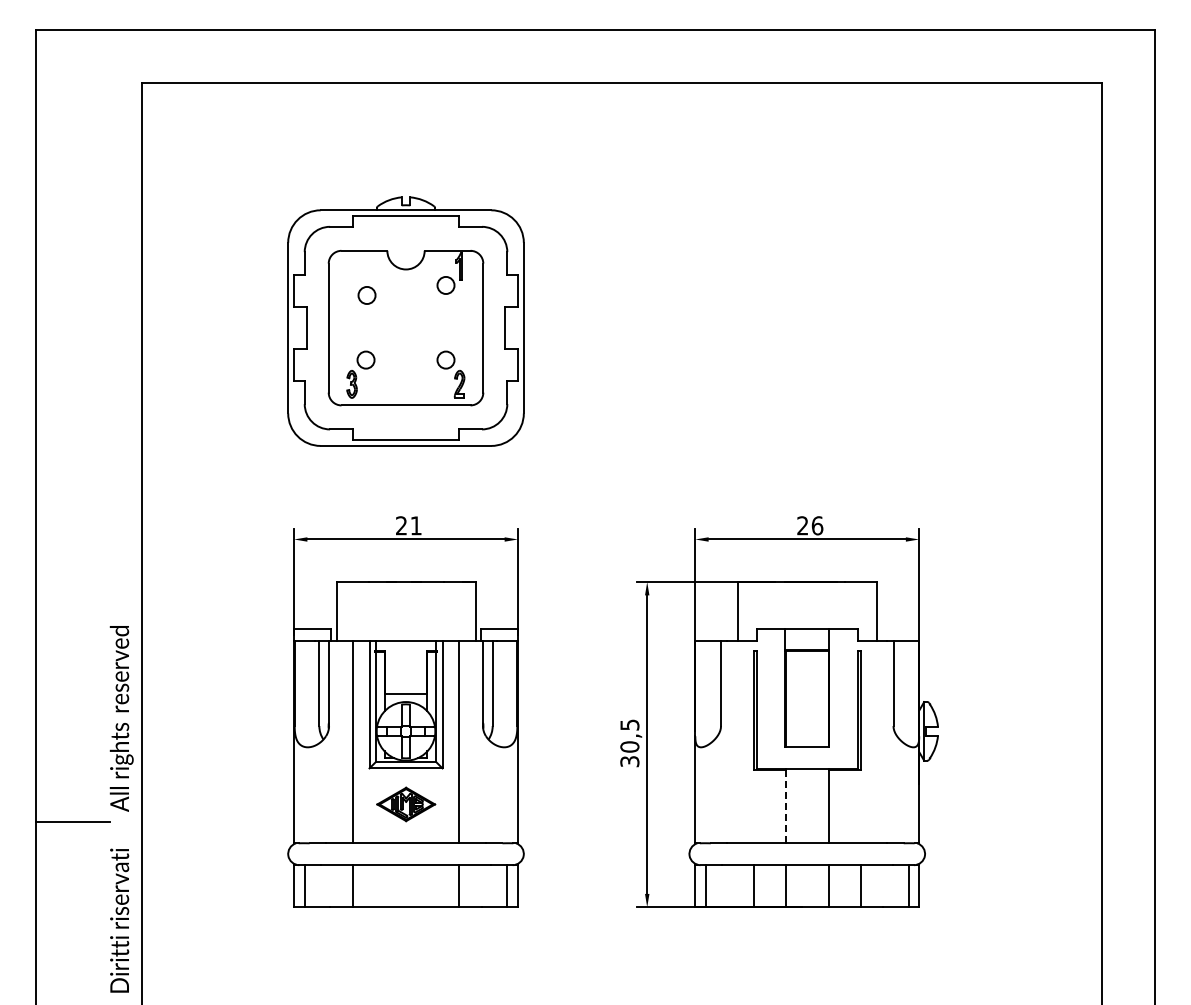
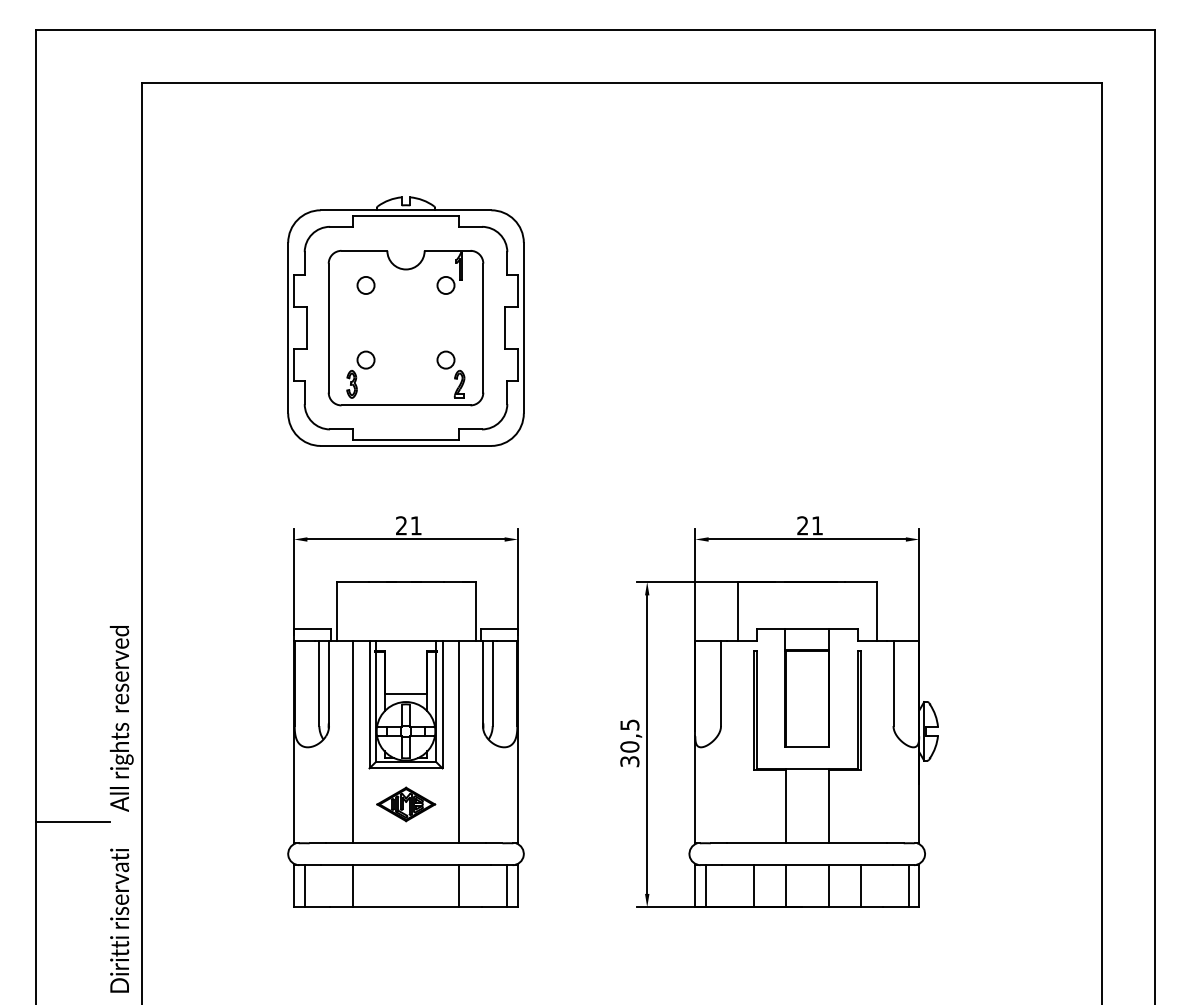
circle at (366, 295) position: (366, 295) -> (365, 285)
text at (817, 525): 26 -> 21
line at (785, 806): dashed -> solid
